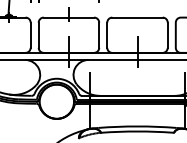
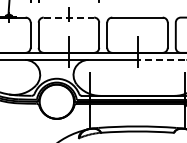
line at (69, 17): solid -> dashed
line at (161, 59): solid -> dashed
